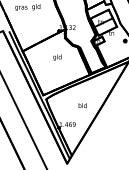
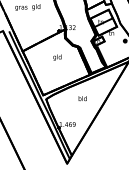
text at (82, 105) position: (82, 105) -> (82, 98)
line at (23, 121): present -> none
